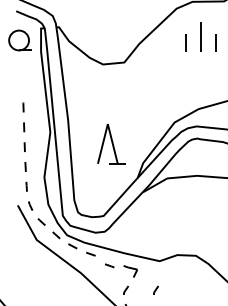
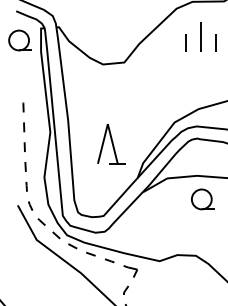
part at (202, 199): none -> present
part at (109, 265) position: (109, 265) -> (109, 260)
part at (155, 289): present -> none
